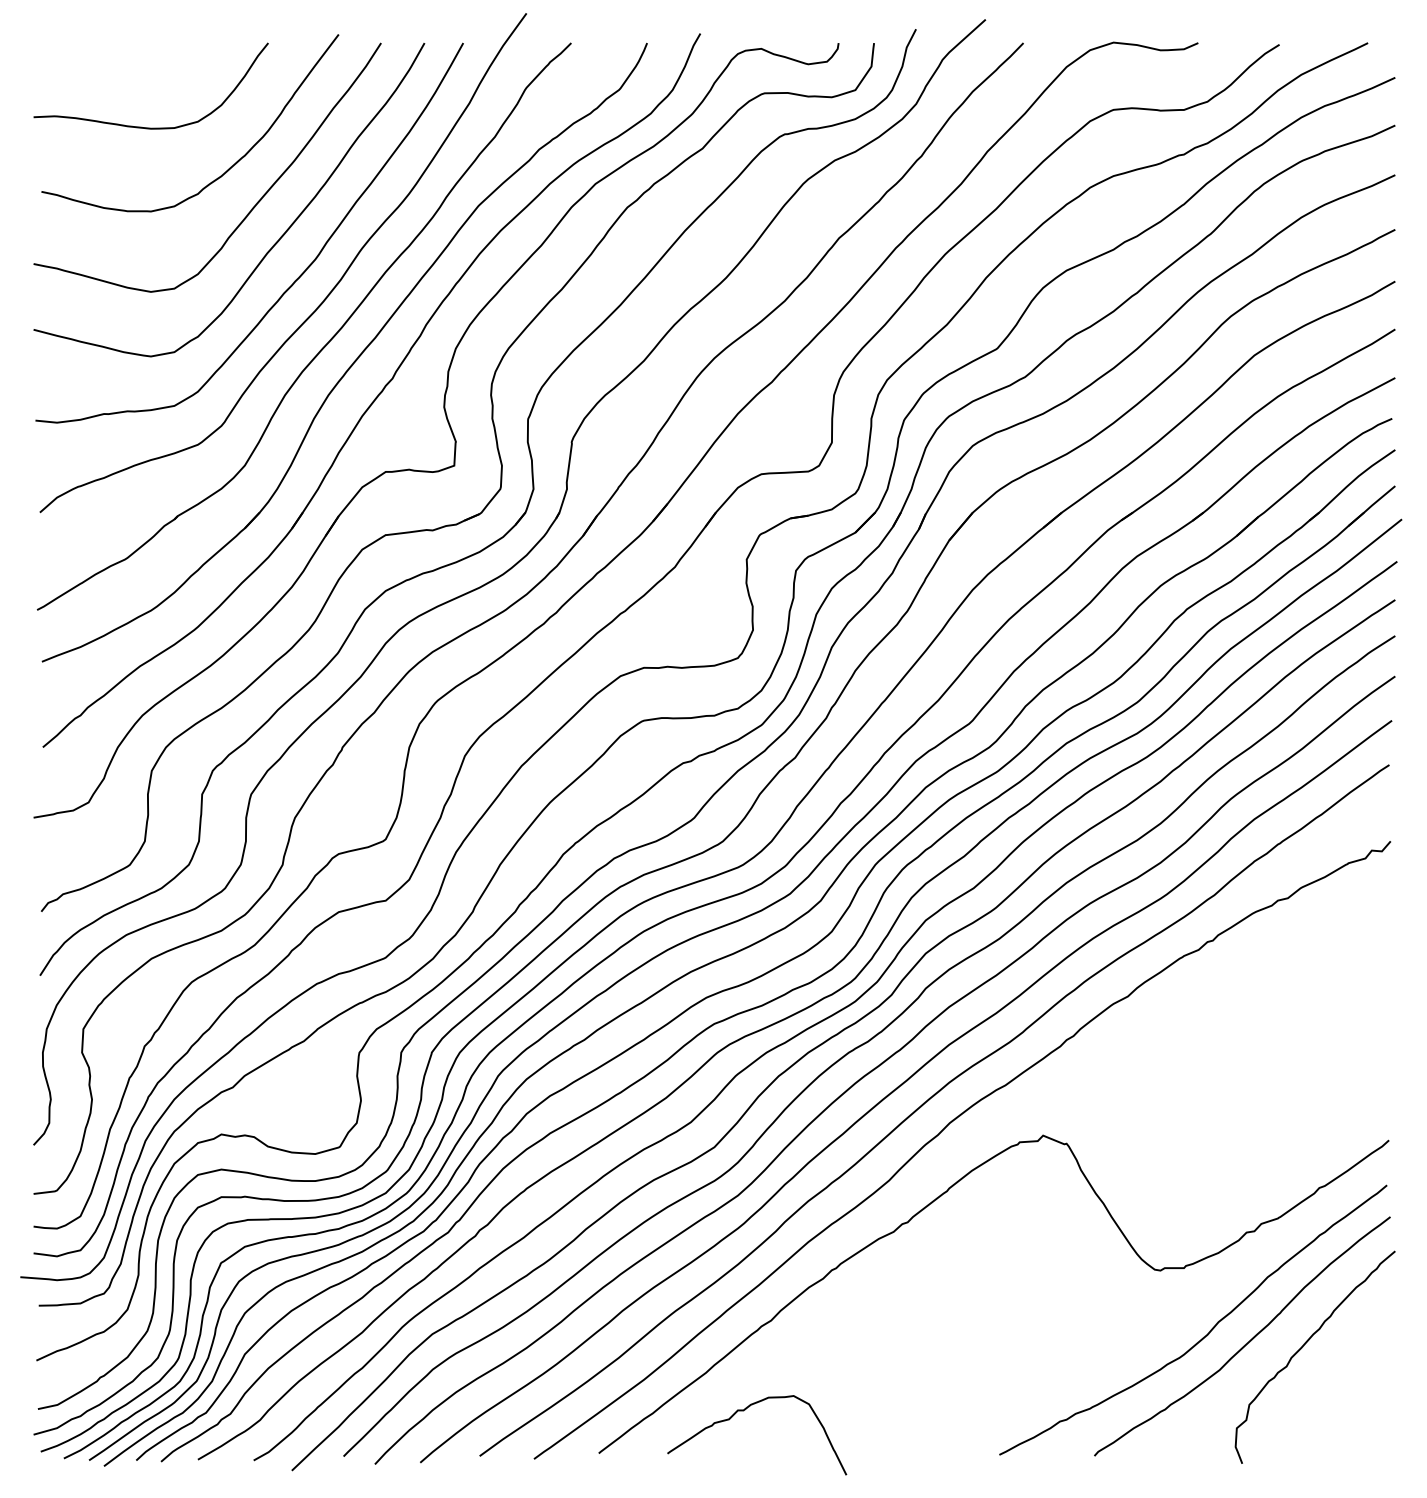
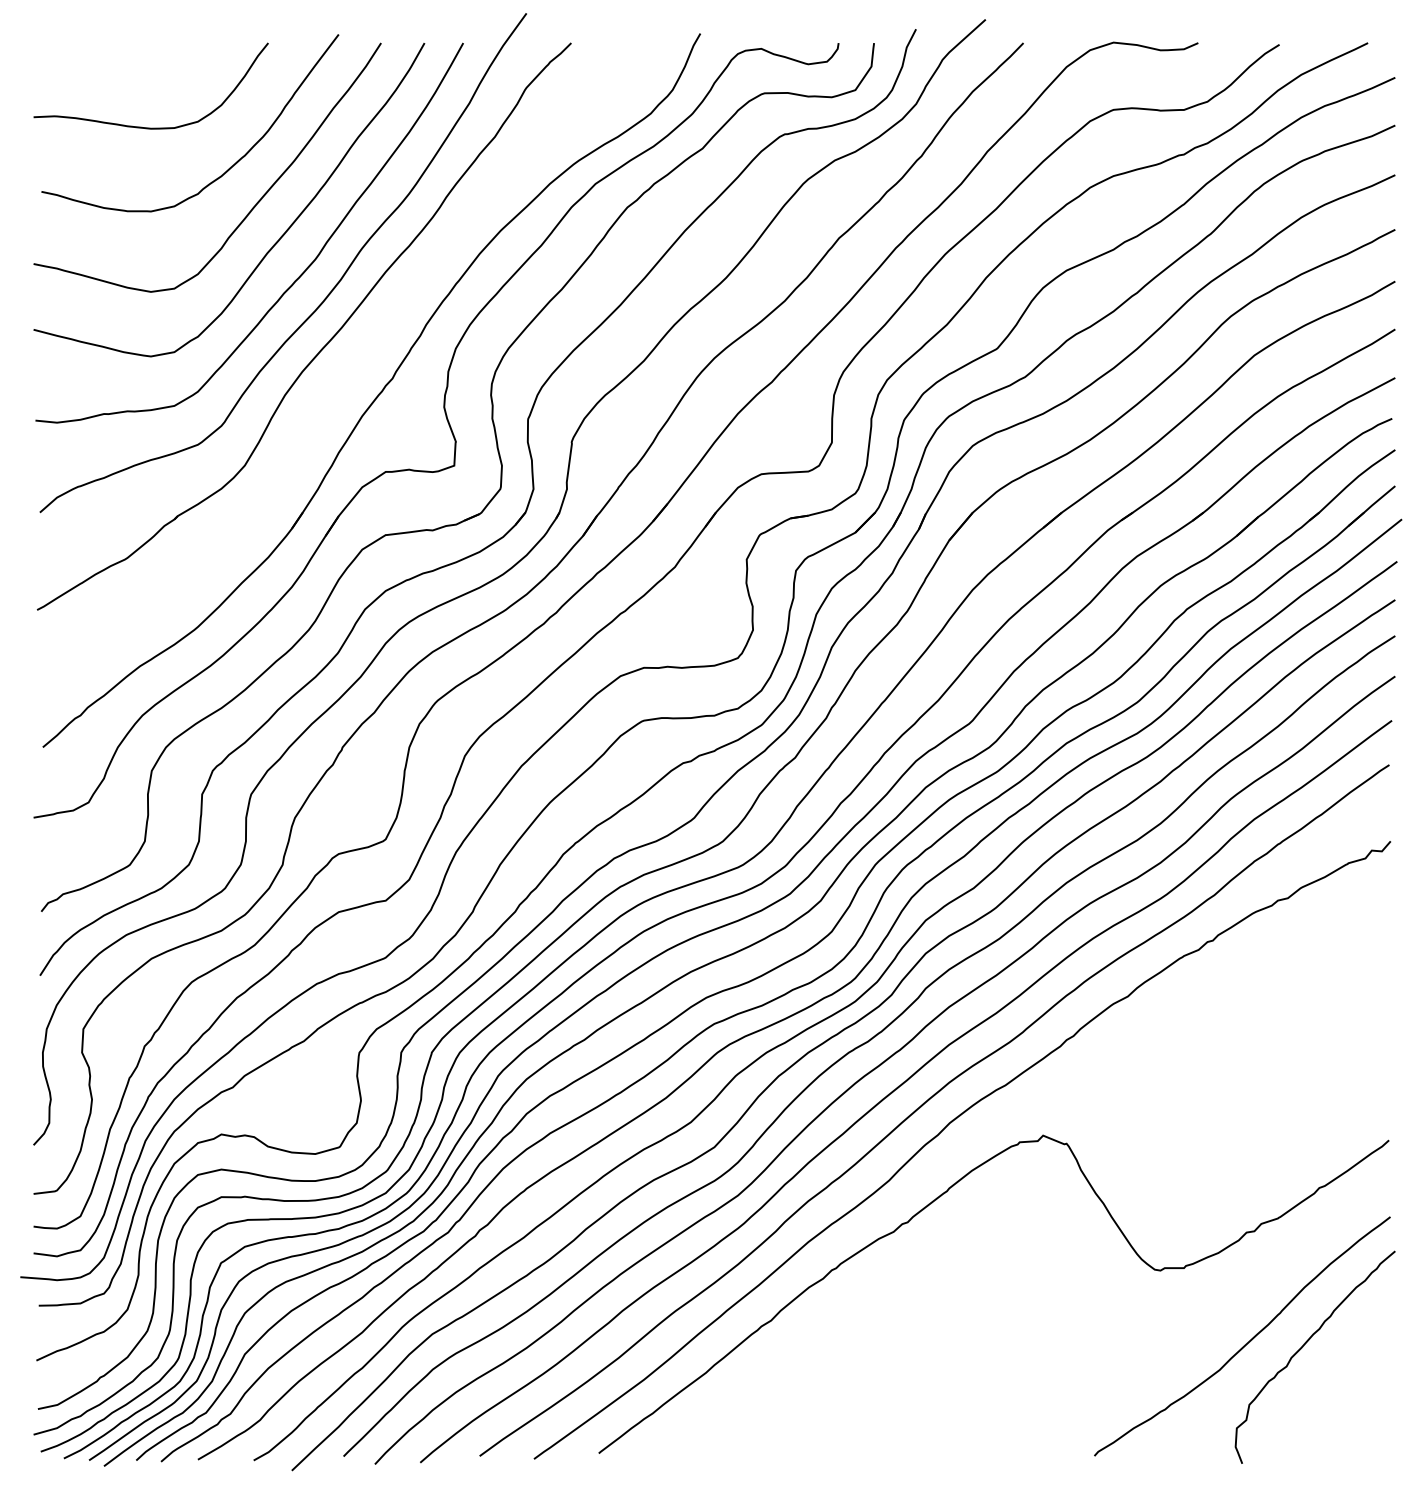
part at (353, 361): present -> none
curve at (1210, 1329): present -> none
curve at (745, 1410): present -> none
